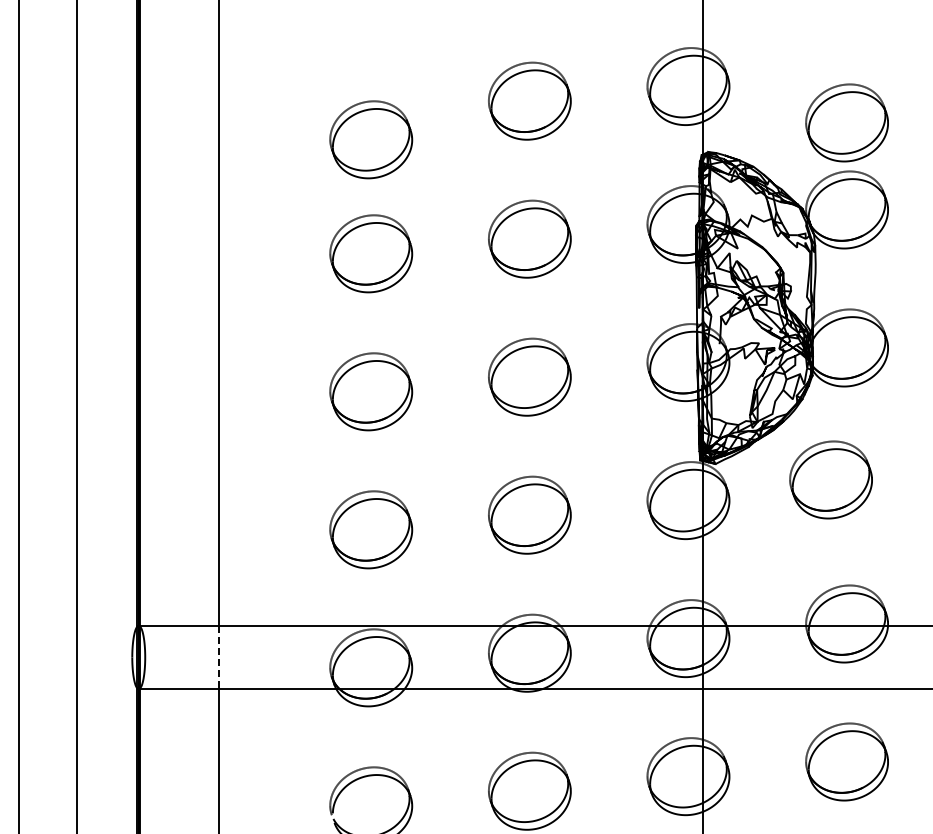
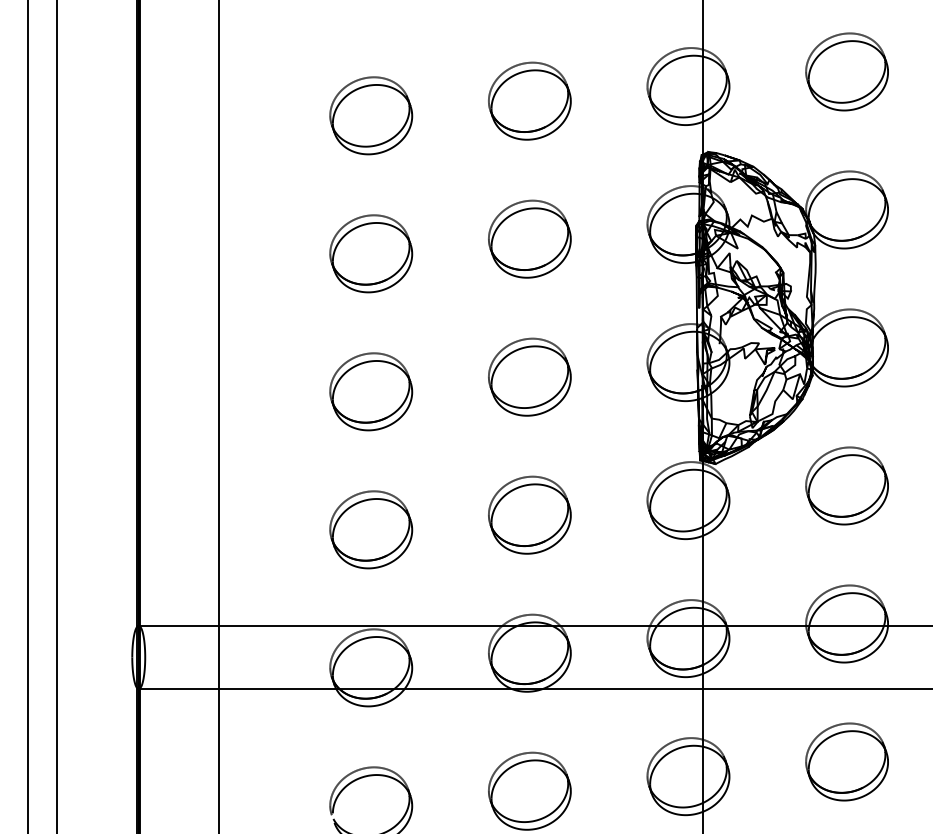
part at (846, 122) position: (846, 122) -> (846, 71)
part at (371, 139) position: (371, 139) -> (371, 115)
line at (18, 416) position: (18, 416) -> (27, 416)
line at (77, 416) position: (77, 416) -> (57, 416)
part at (830, 479) position: (830, 479) -> (846, 485)
line at (219, 657): dashed -> solid
